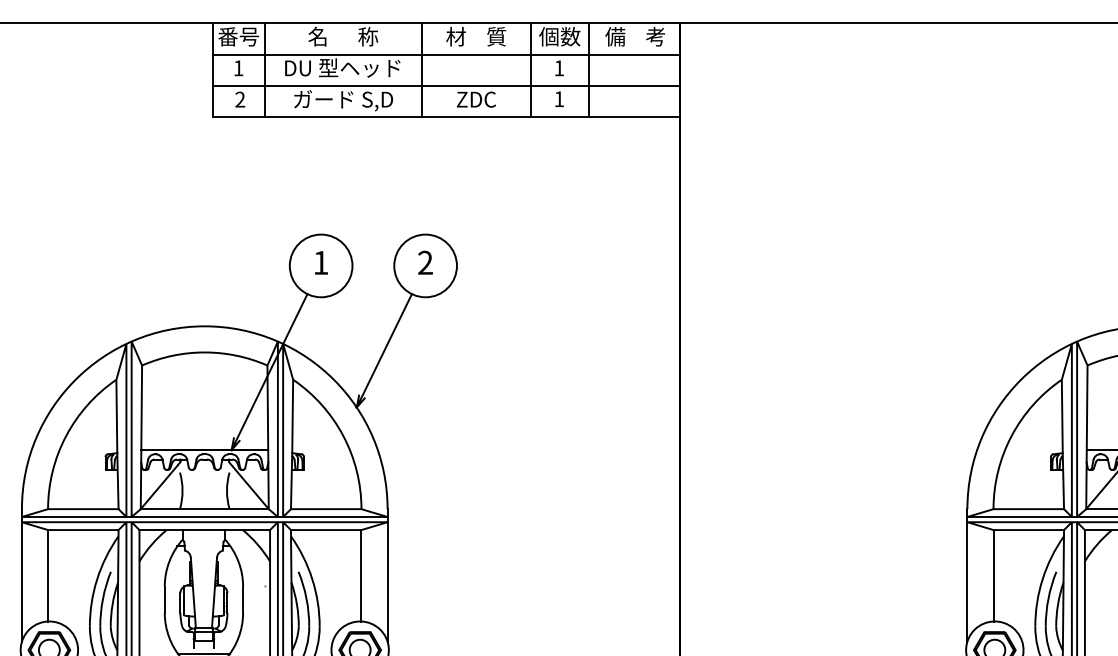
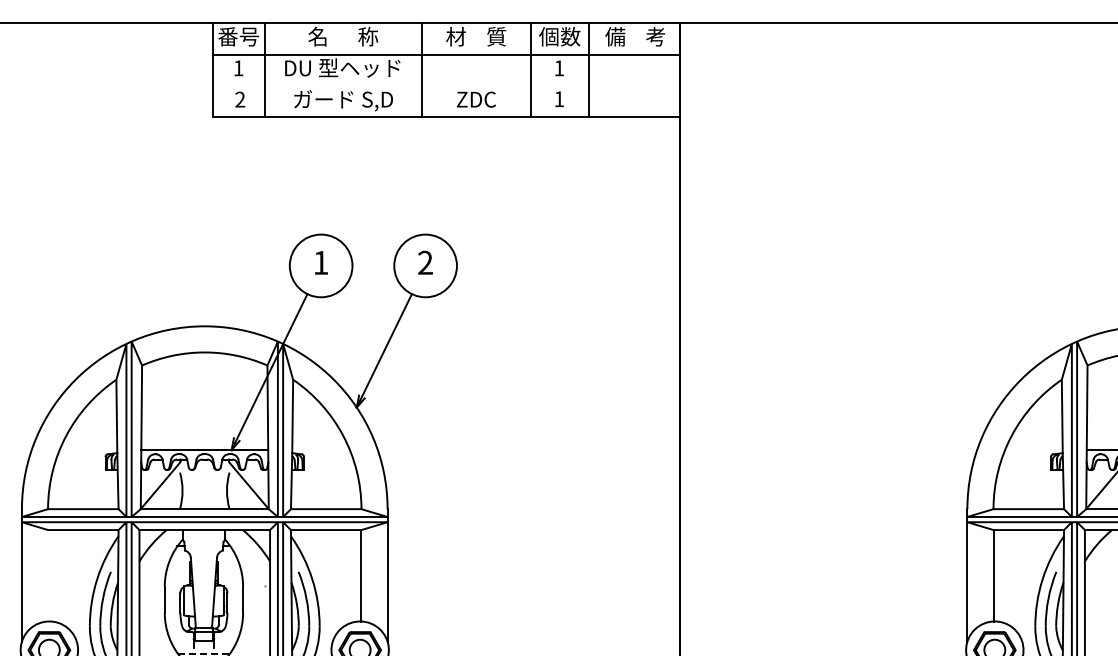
line at (446, 86): present -> none
line at (48, 575): present -> none
line at (203, 654): solid -> dashed
